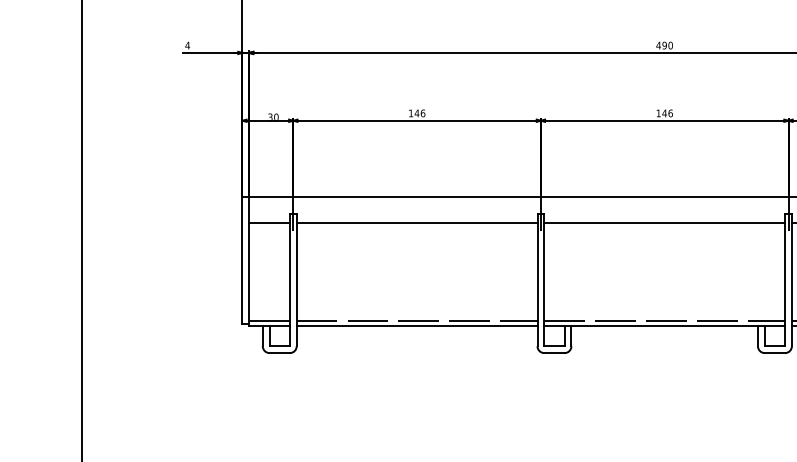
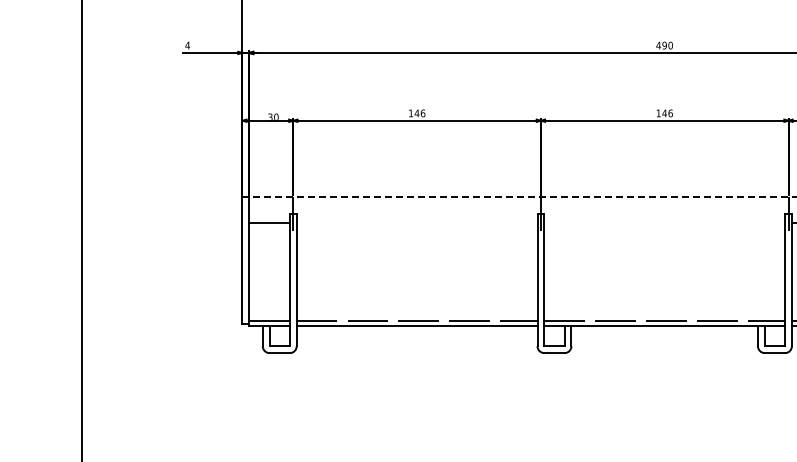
line at (519, 197): solid -> dashed
line at (416, 222): present -> none
line at (664, 222): present -> none
